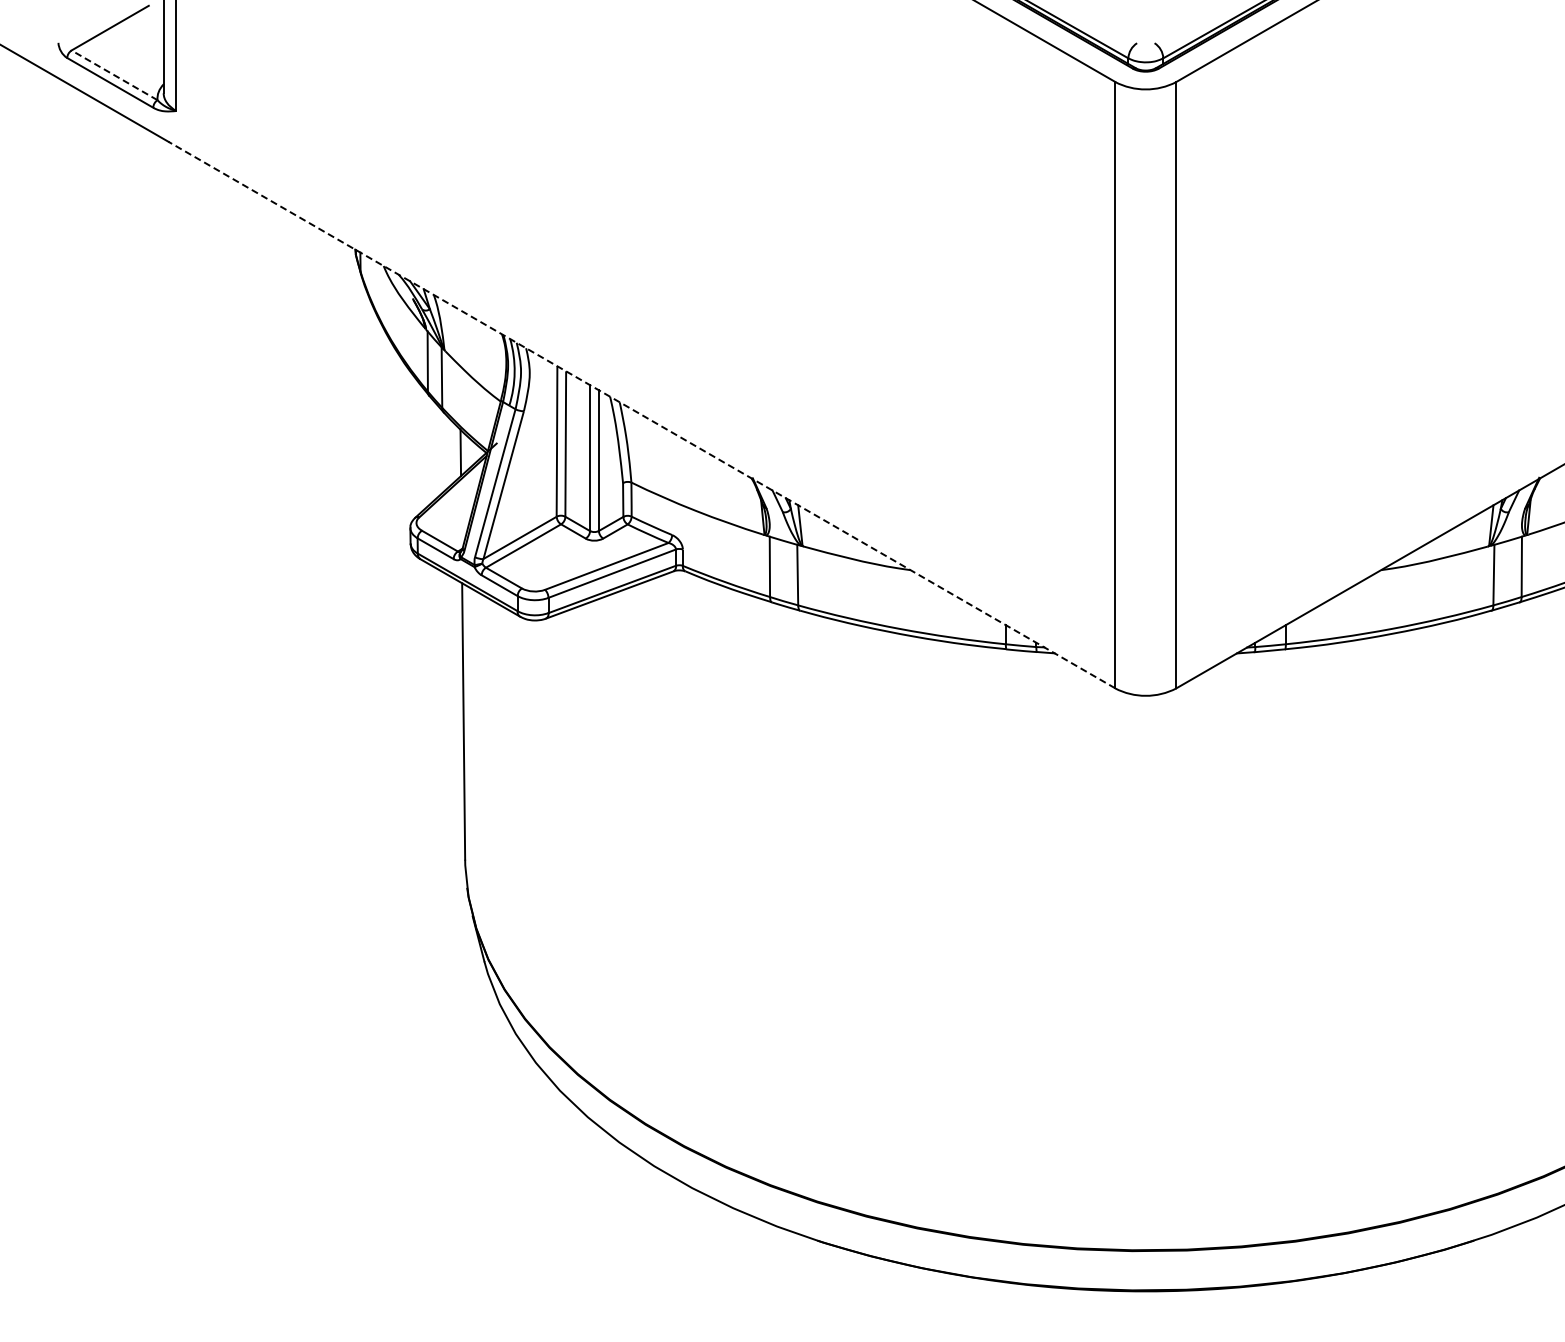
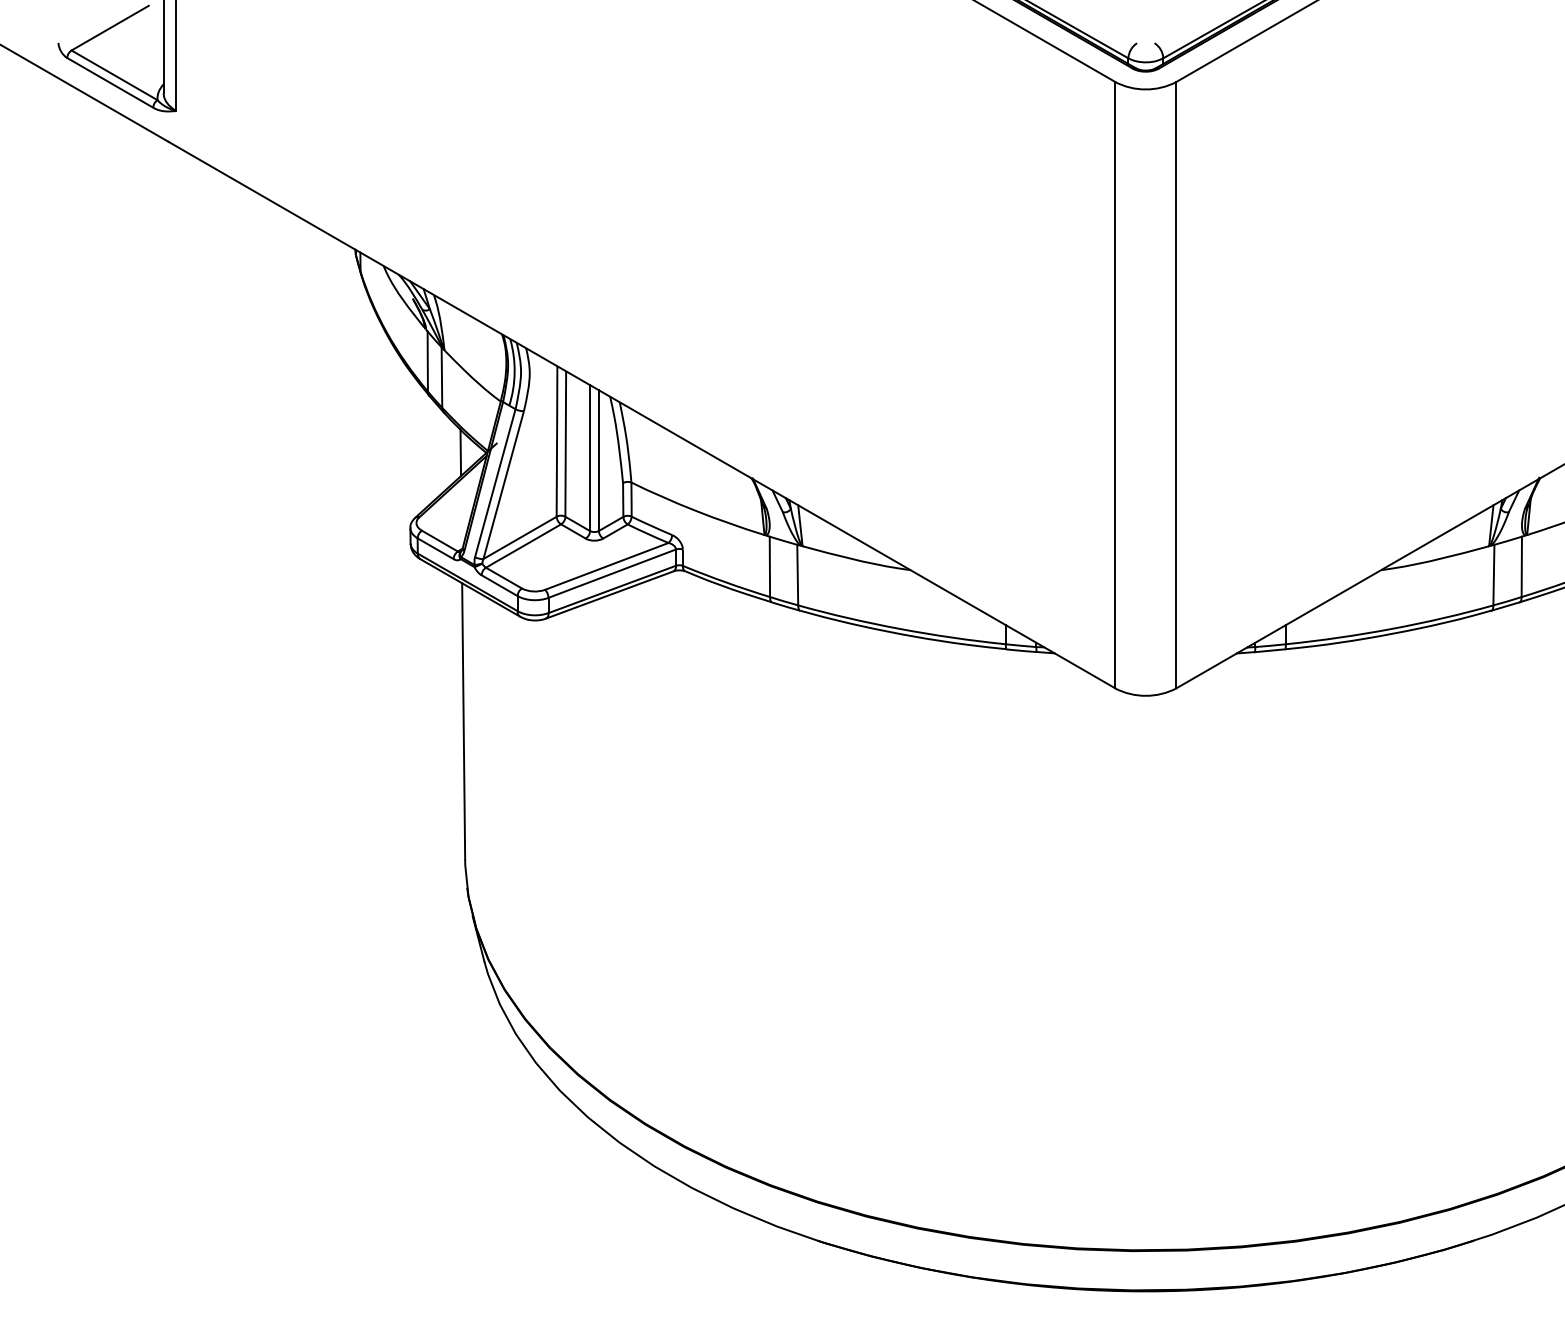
line at (114, 75): dashed -> solid
line at (641, 415): dashed -> solid
